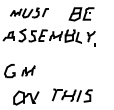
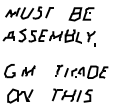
part at (29, 12) size: 39x12 px -> 49x14 px
part at (81, 71): none -> present
part at (26, 97) position: (26, 97) -> (20, 95)
